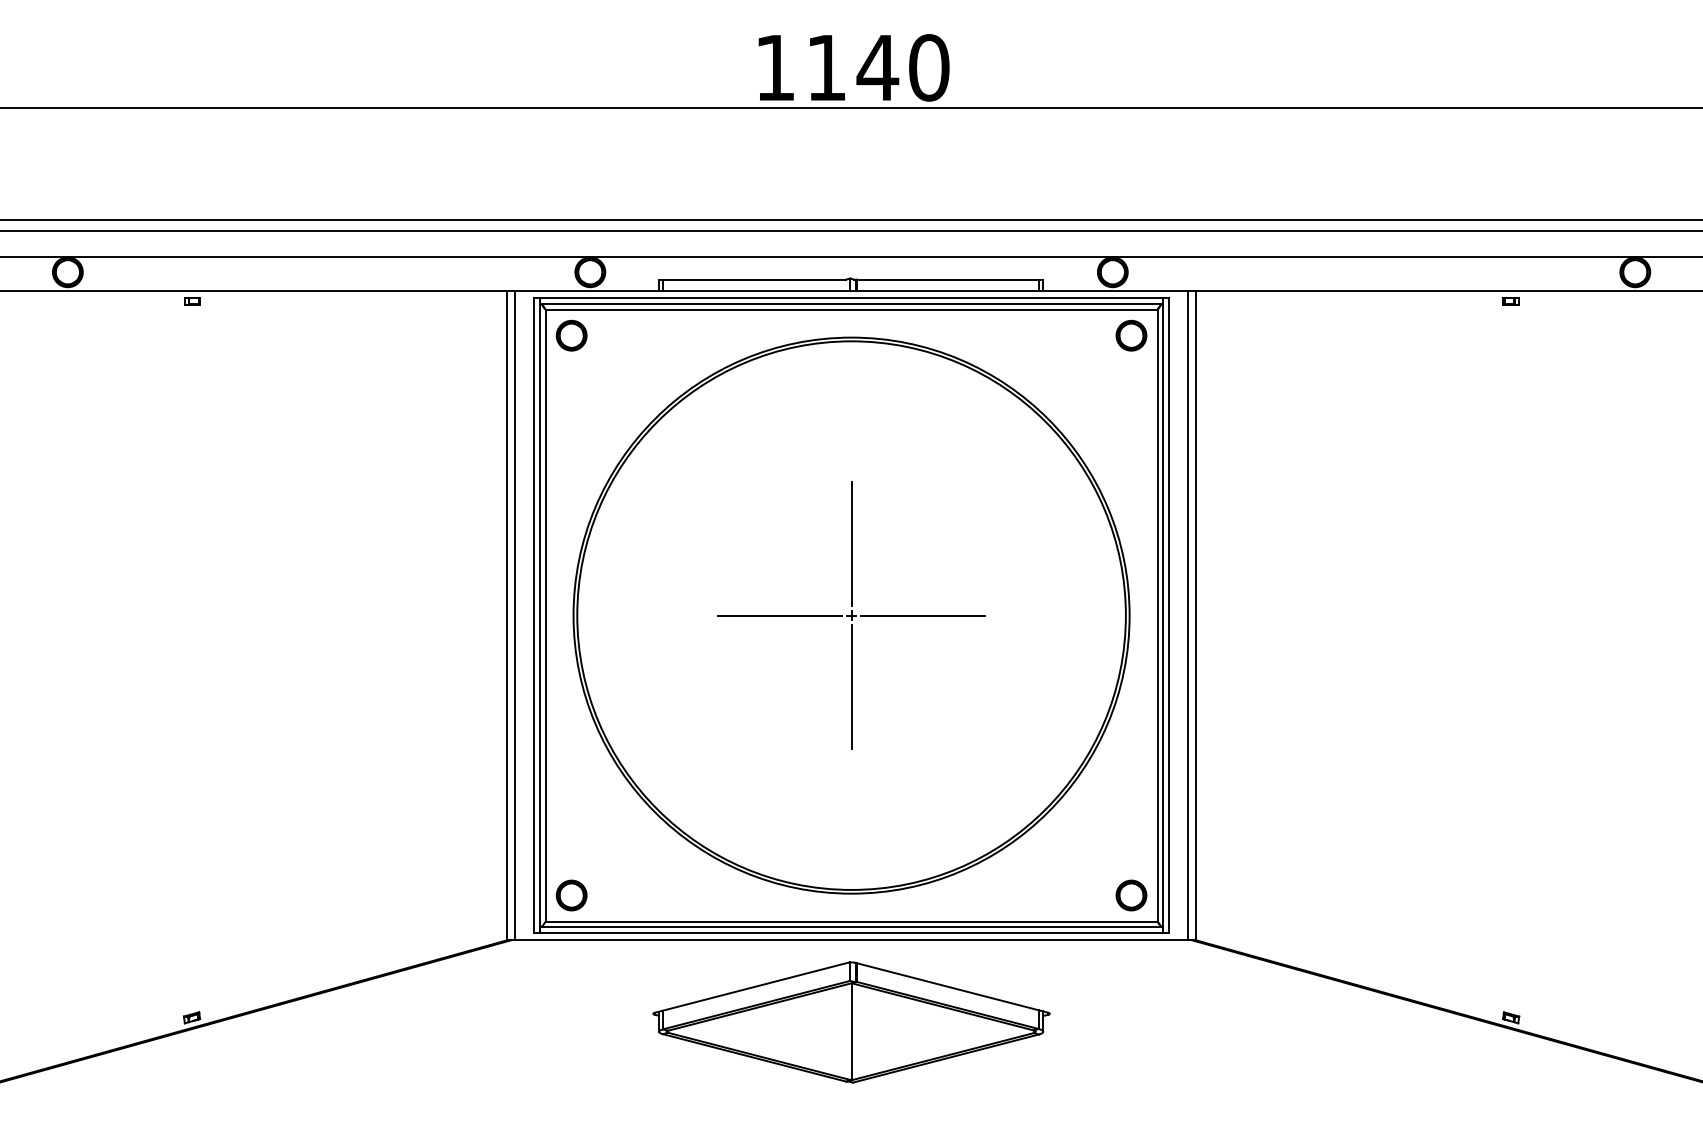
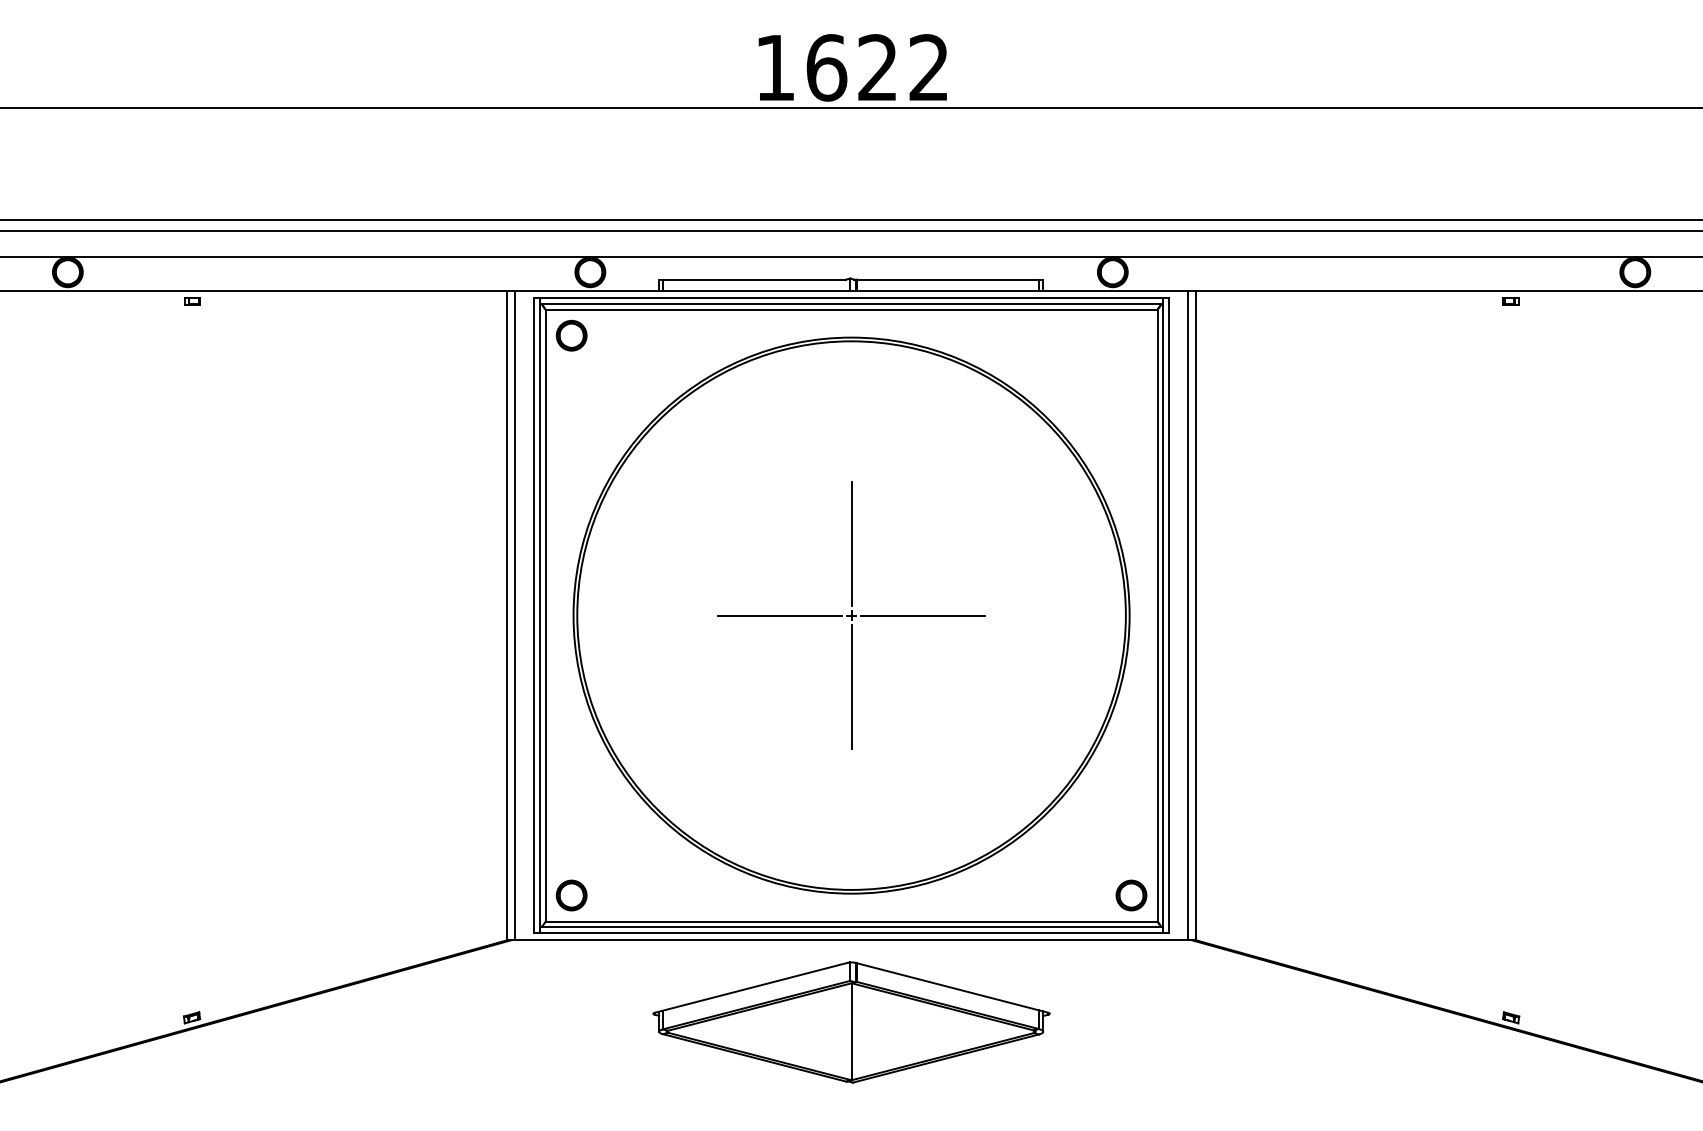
text at (877, 67): 1140 -> 1622
part at (1131, 335): present -> none
